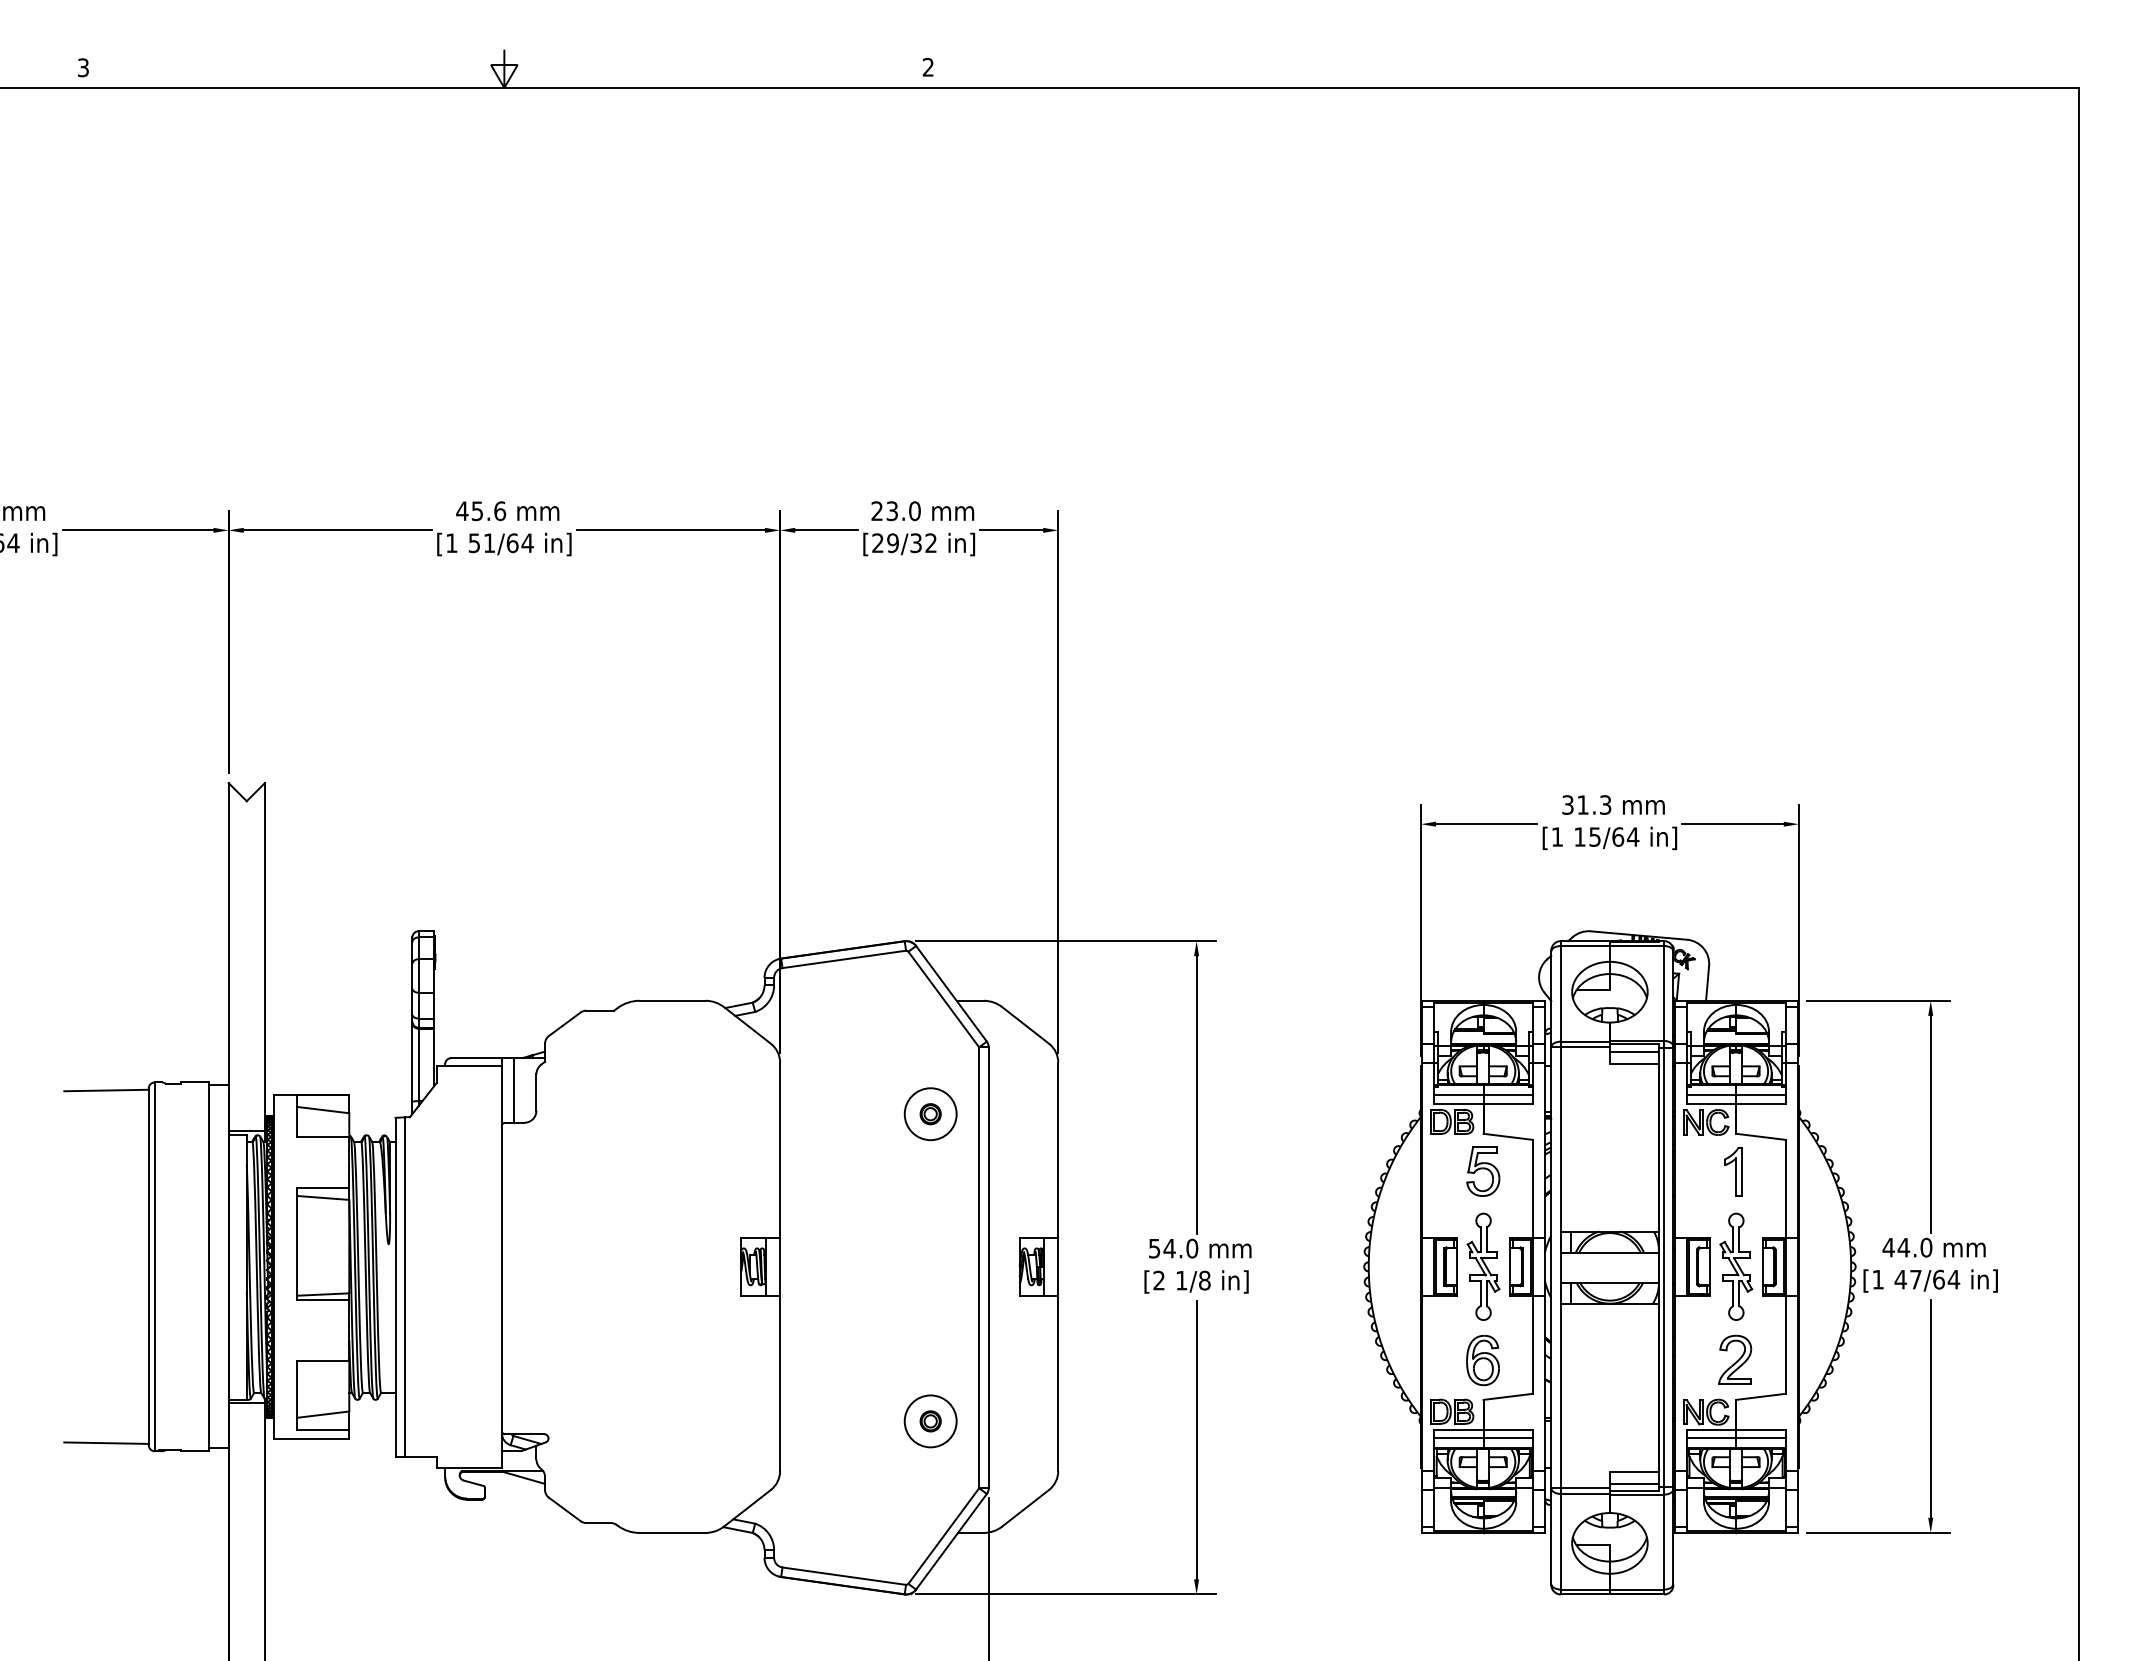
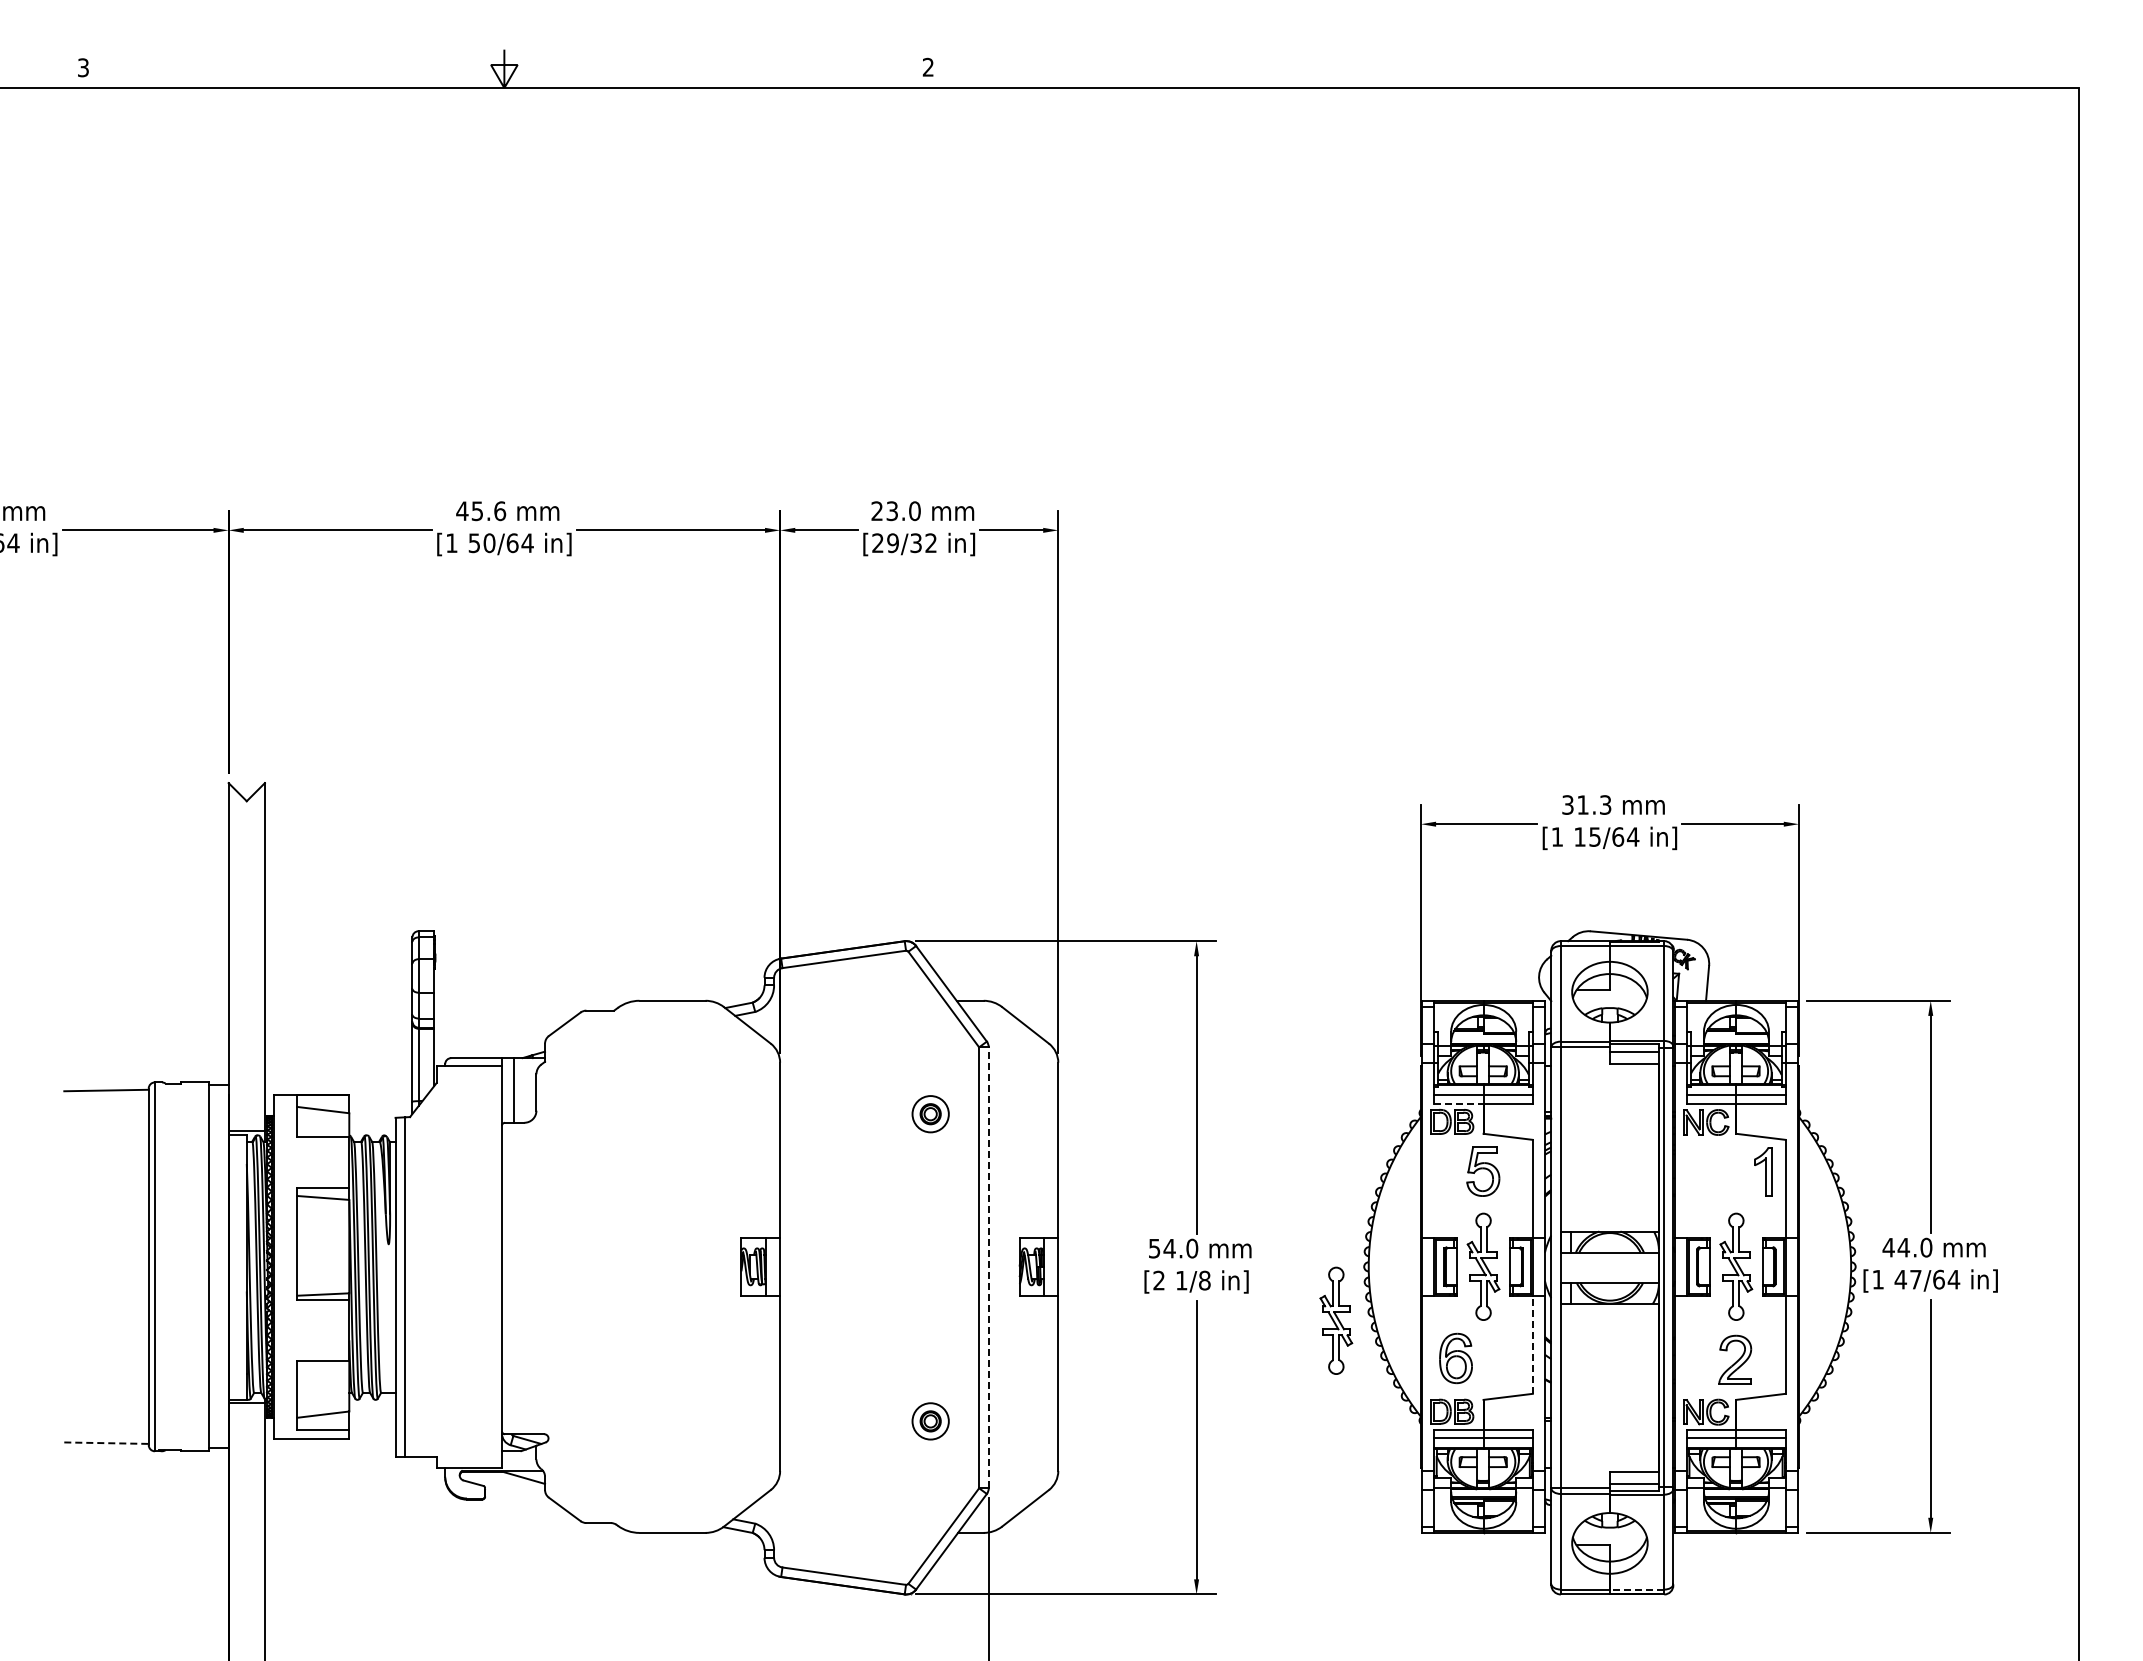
text at (489, 543): 51/64 -> 50/64
line at (1458, 1103): solid -> dashed
circle at (930, 1114) diameter: 52 px -> 36 px
part at (1733, 1171) position: (1733, 1171) -> (1763, 1171)
line at (988, 1267): solid -> dashed
part at (1336, 1320): none -> present
line at (1532, 1344): solid -> dashed
part at (1482, 1360) position: (1482, 1360) -> (1455, 1358)
circle at (930, 1421) diameter: 52 px -> 36 px
line at (107, 1443): solid -> dashed
line at (1636, 1589): solid -> dashed
